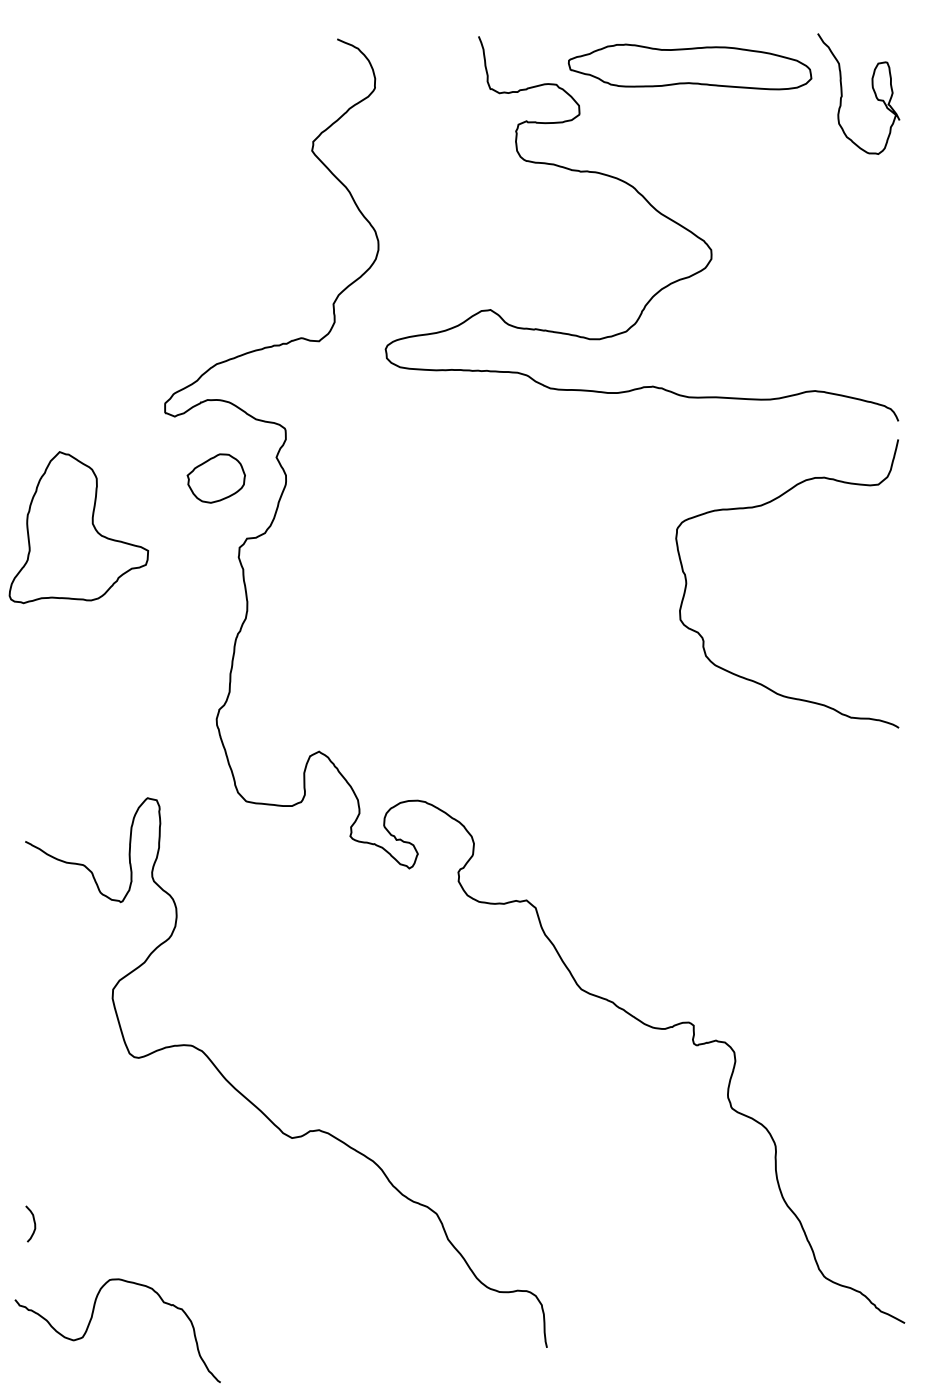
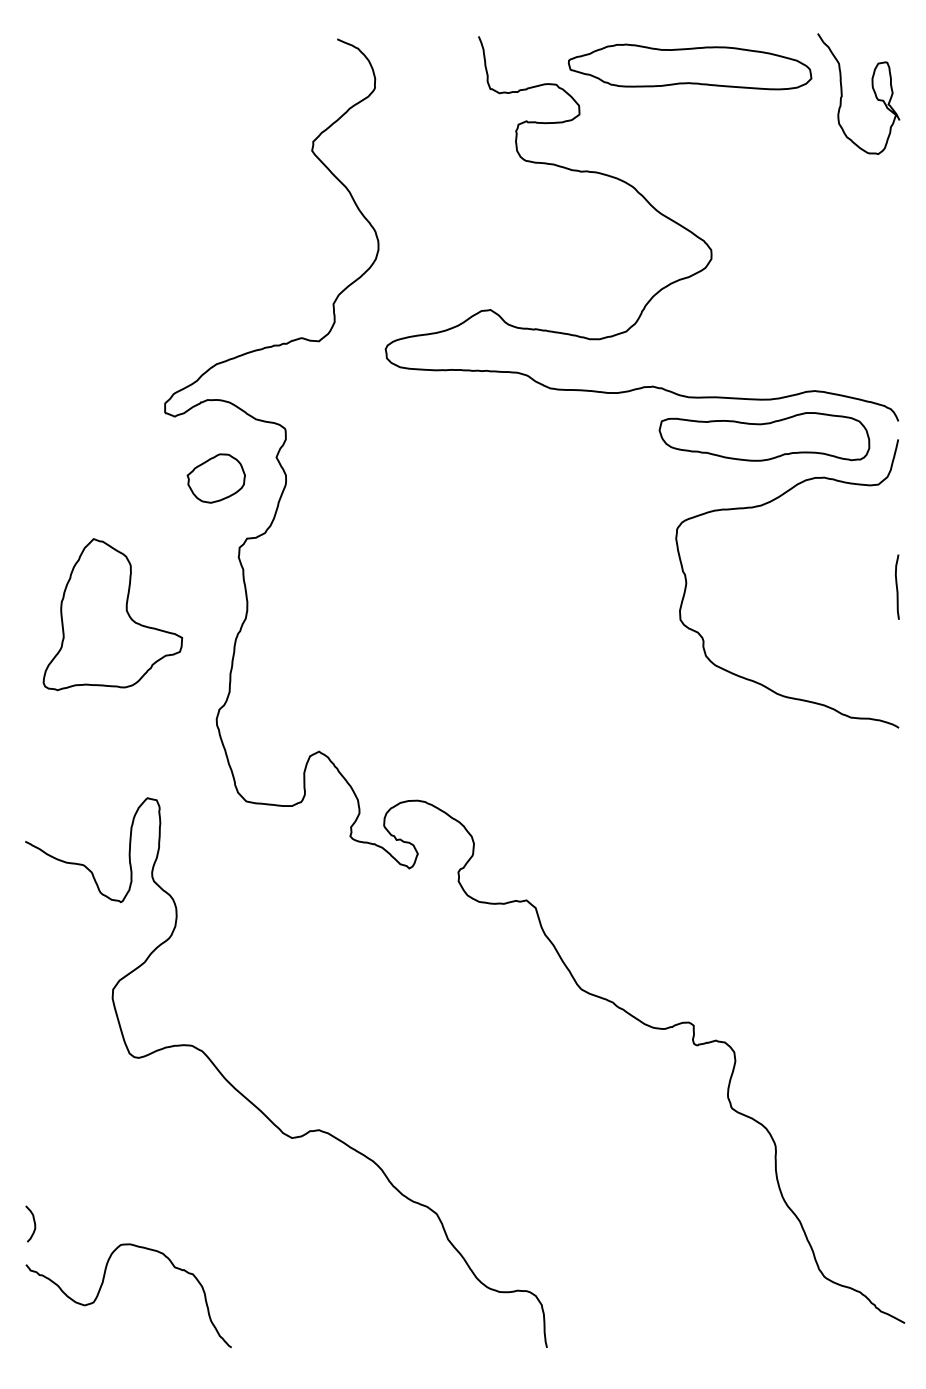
part at (764, 436): none -> present
part at (78, 527) position: (78, 527) -> (112, 614)
curve at (896, 586): none -> present
curve at (92, 1318) position: (92, 1318) -> (103, 1283)
